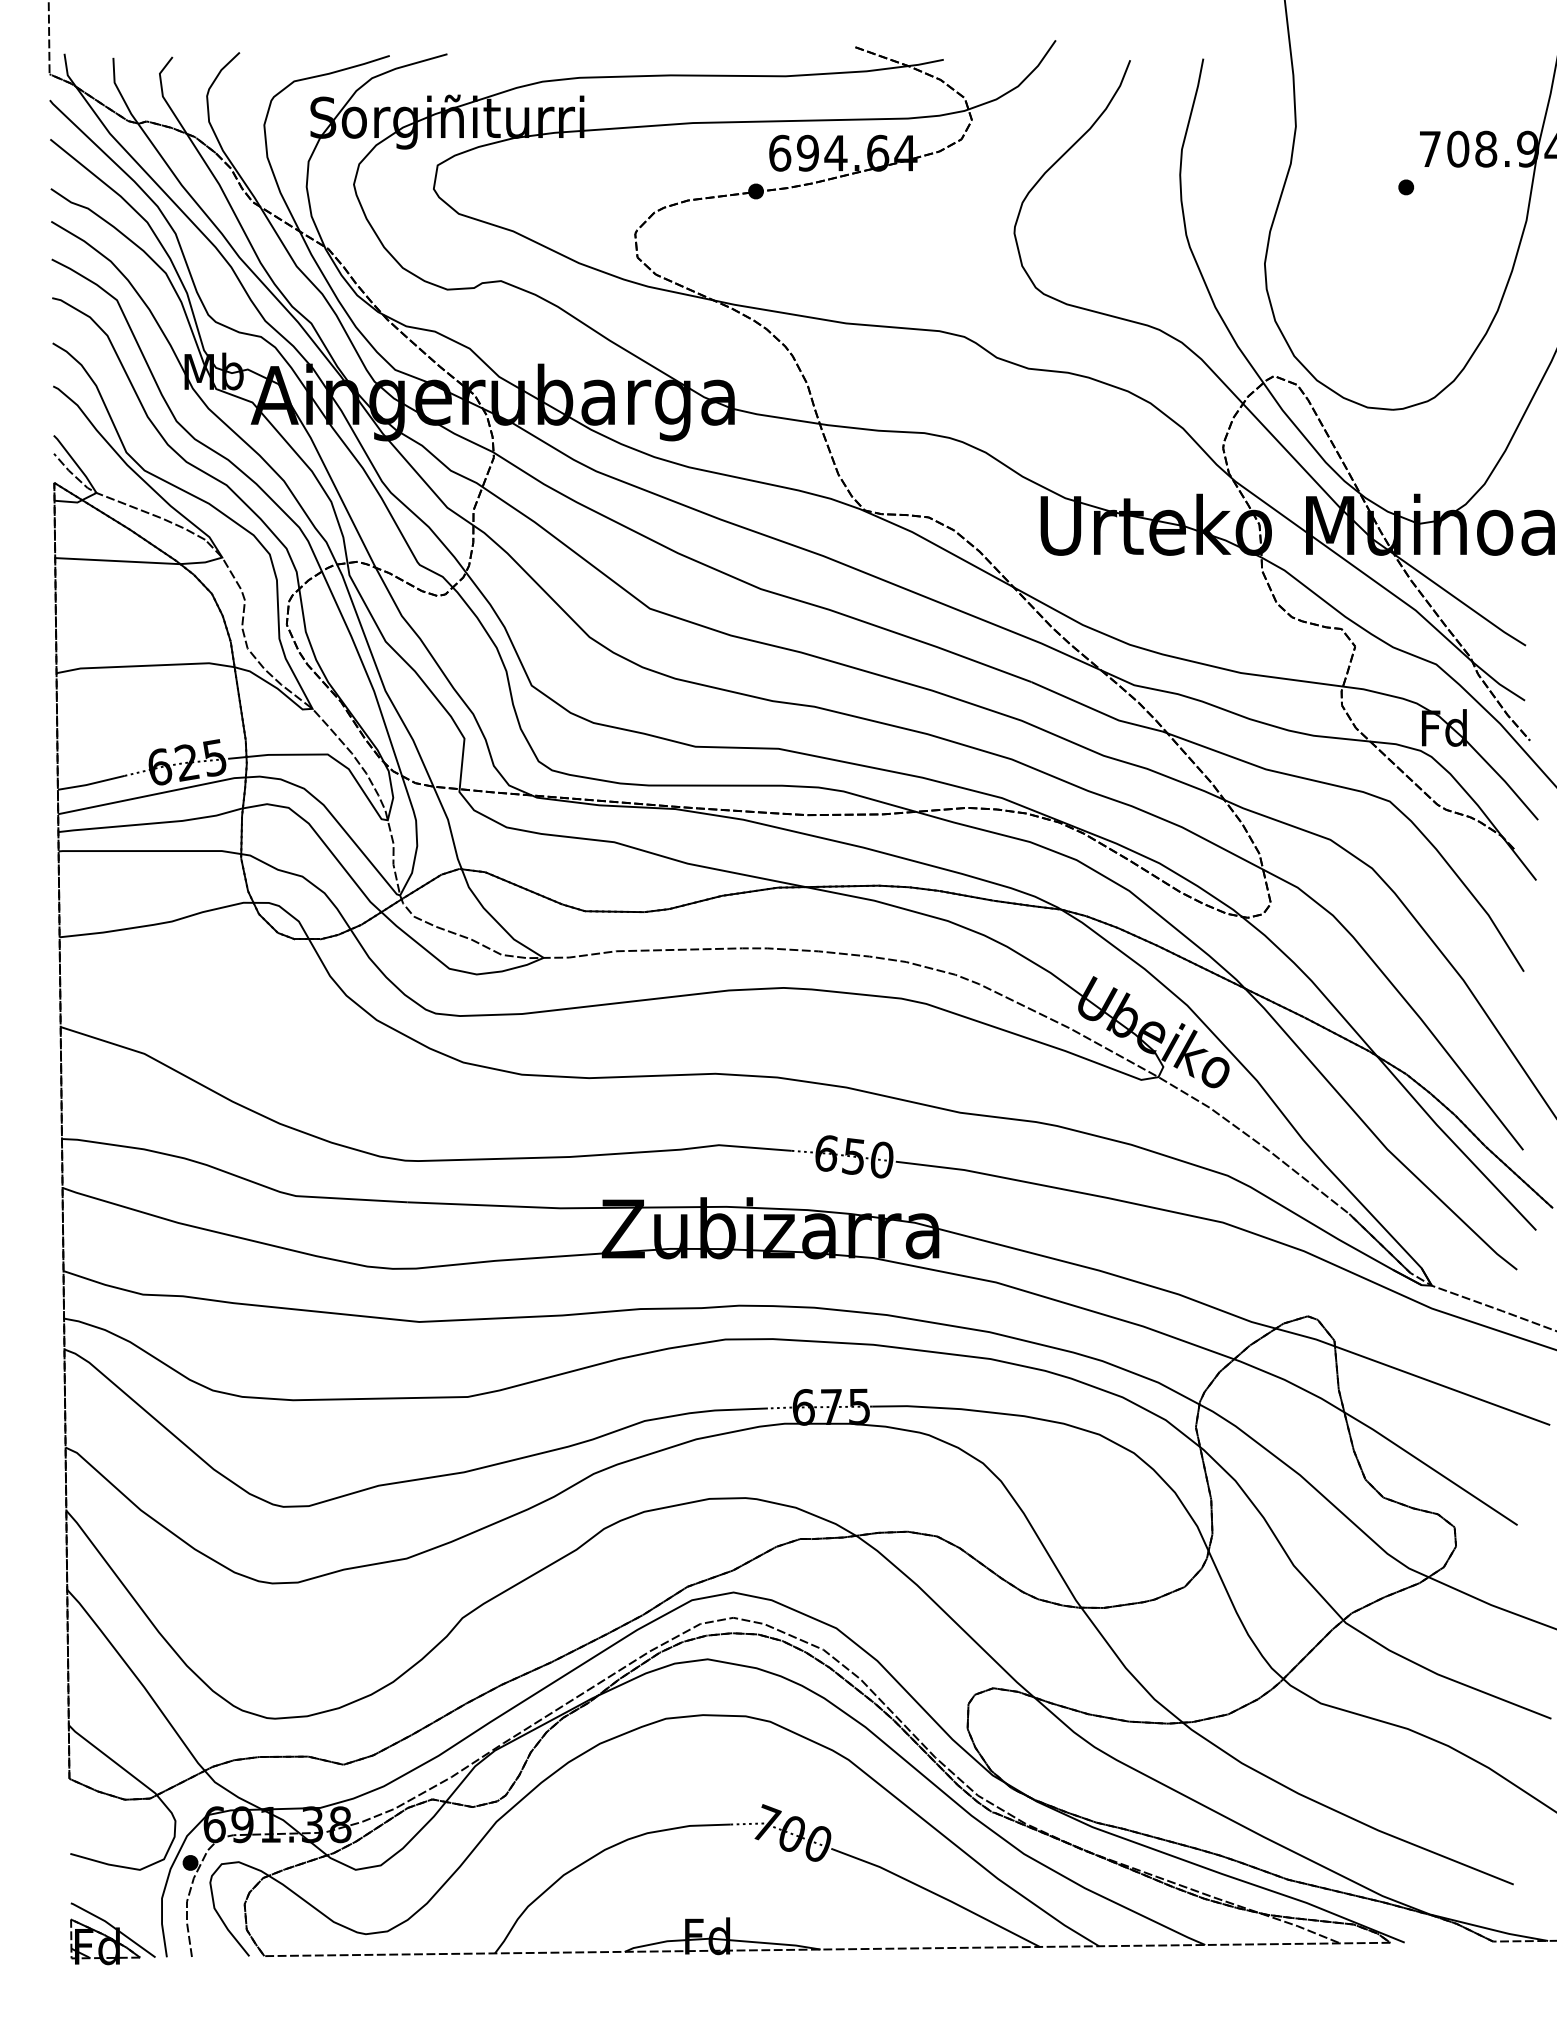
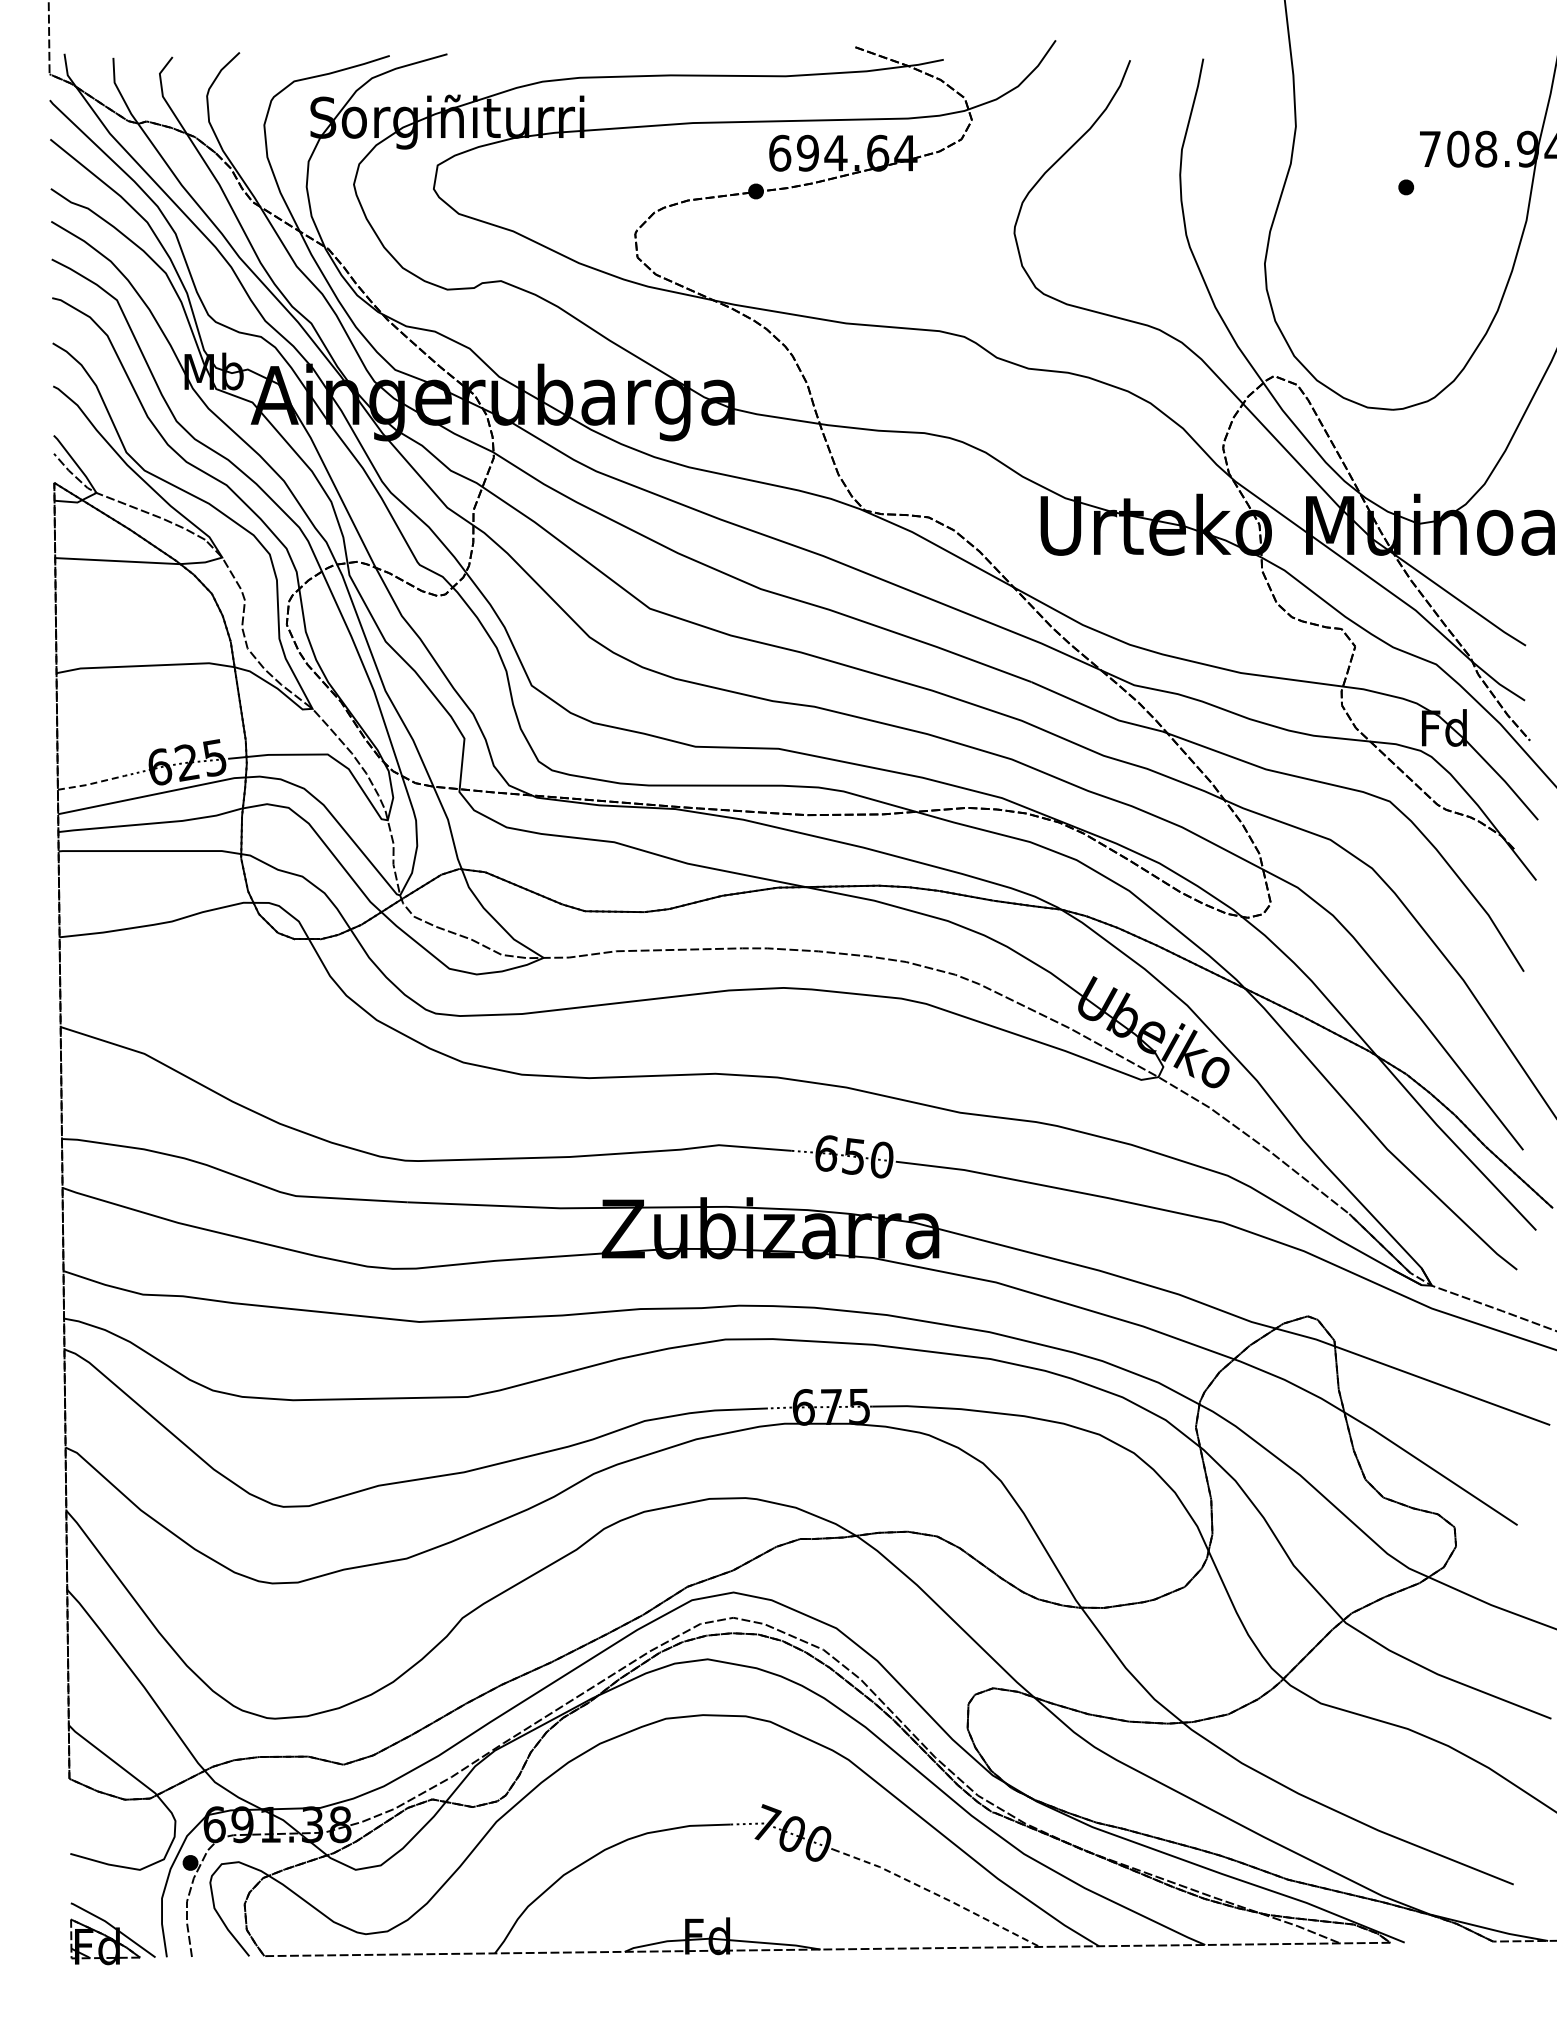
line at (91, 783): solid -> dashed
line at (938, 1895): solid -> dashed
